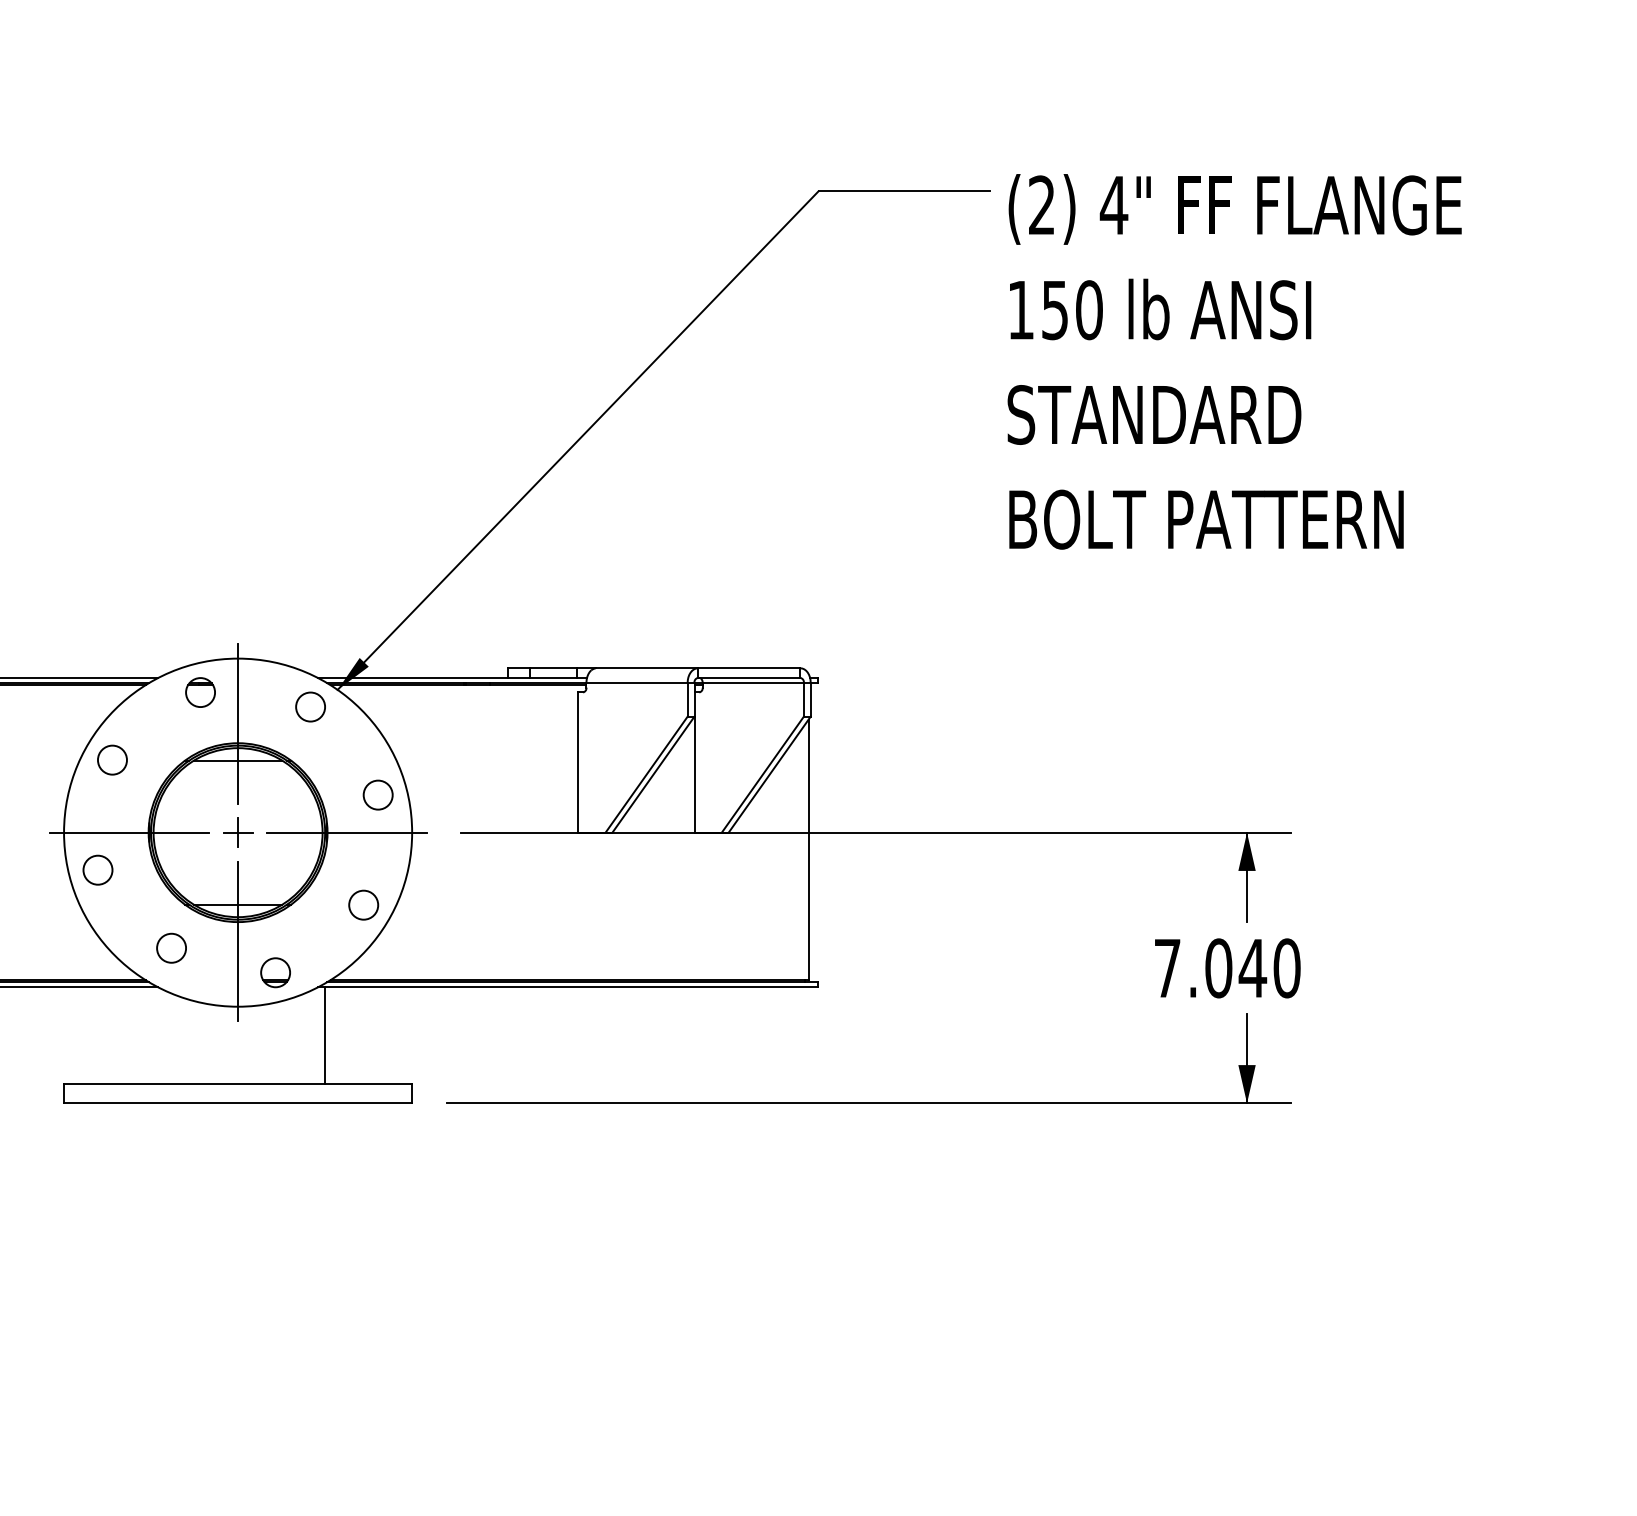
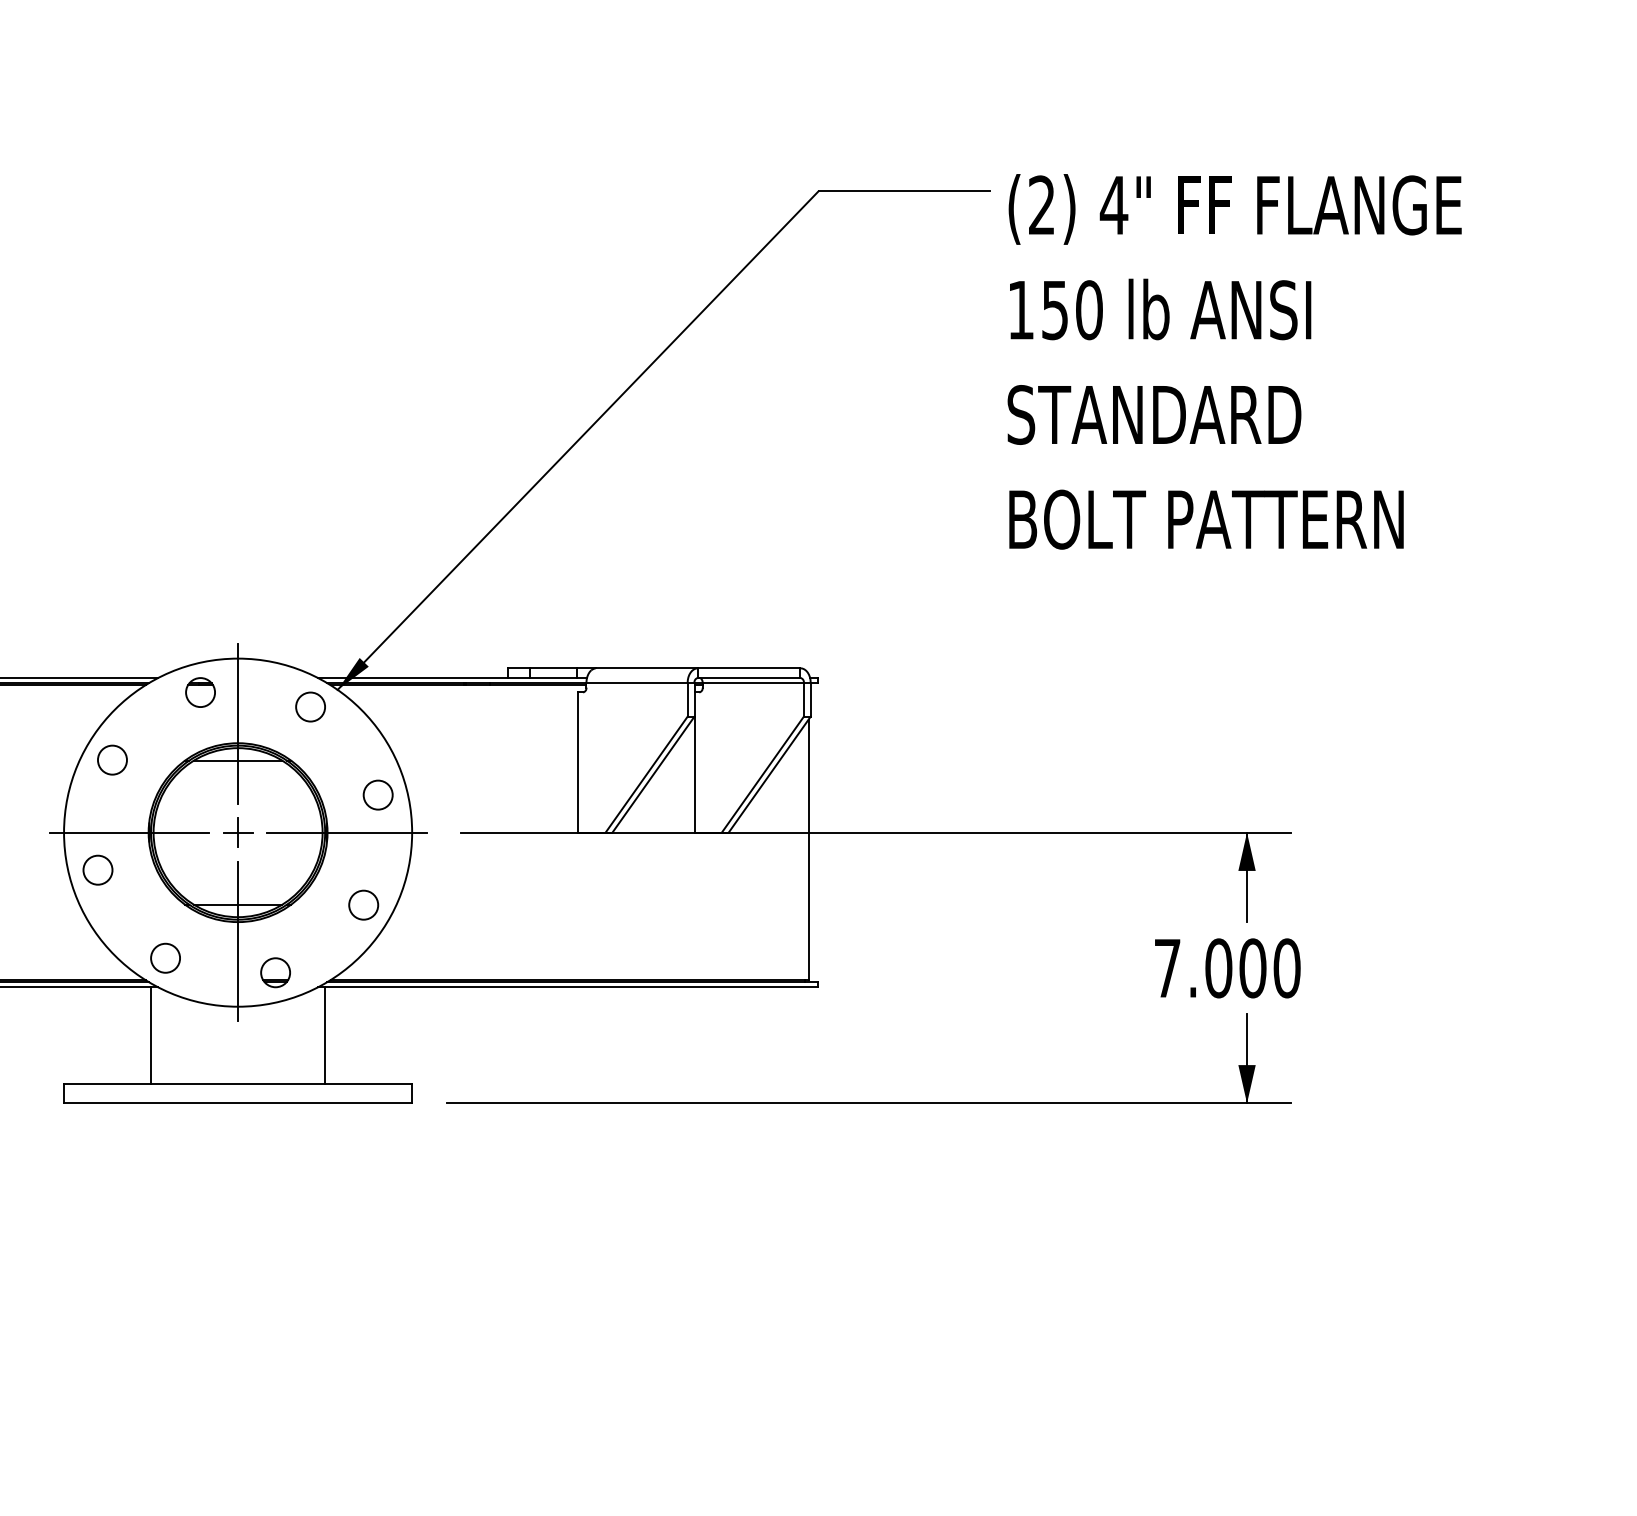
circle at (171, 947) position: (171, 947) -> (165, 957)
text at (1252, 968): 7.040 -> 7.000
line at (151, 1035): none -> present
